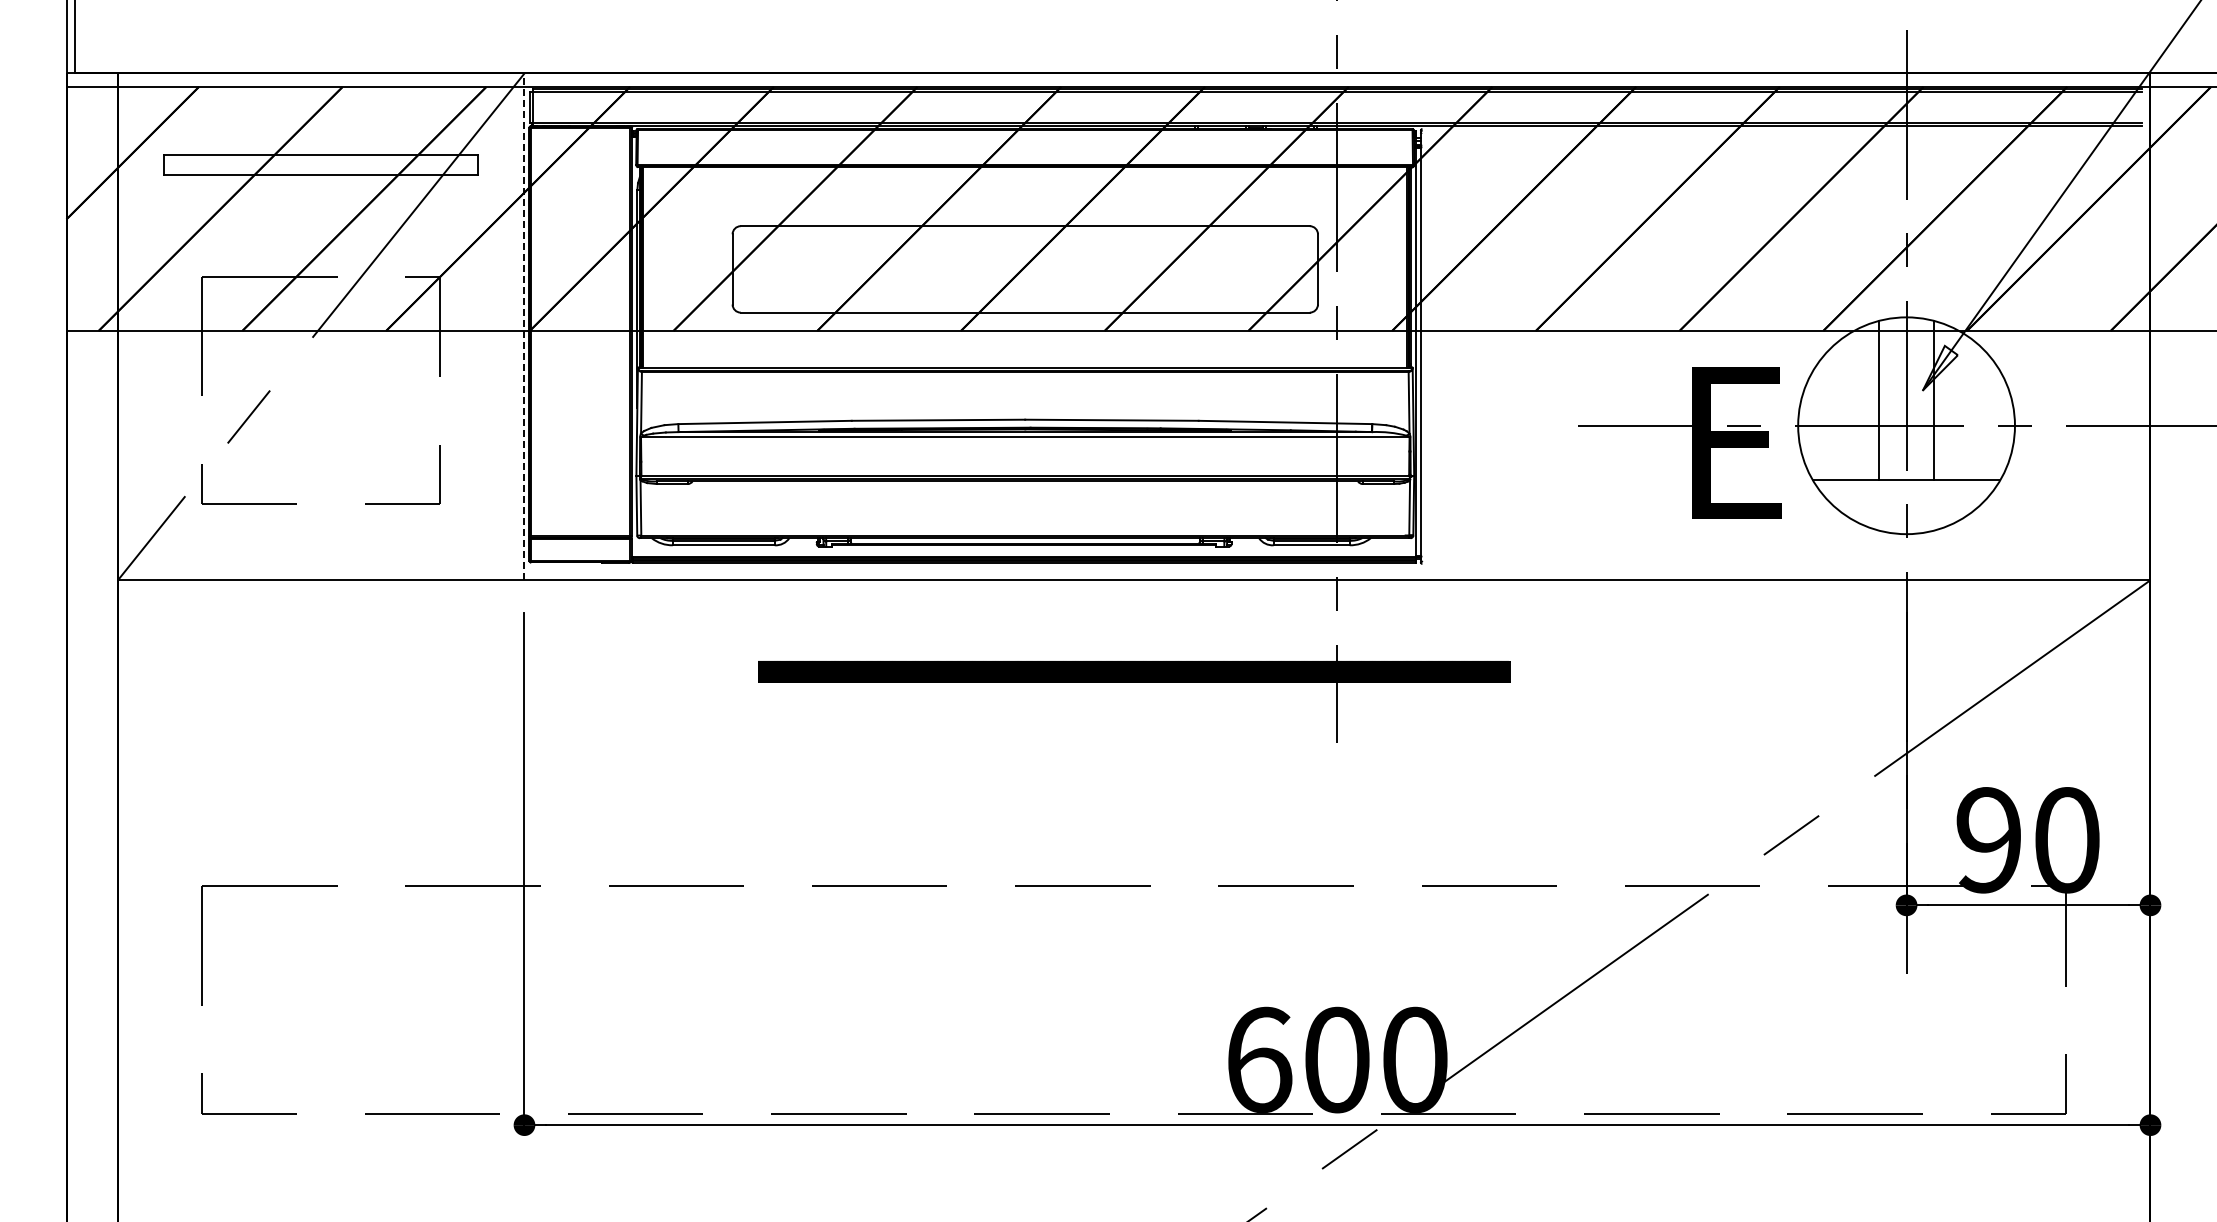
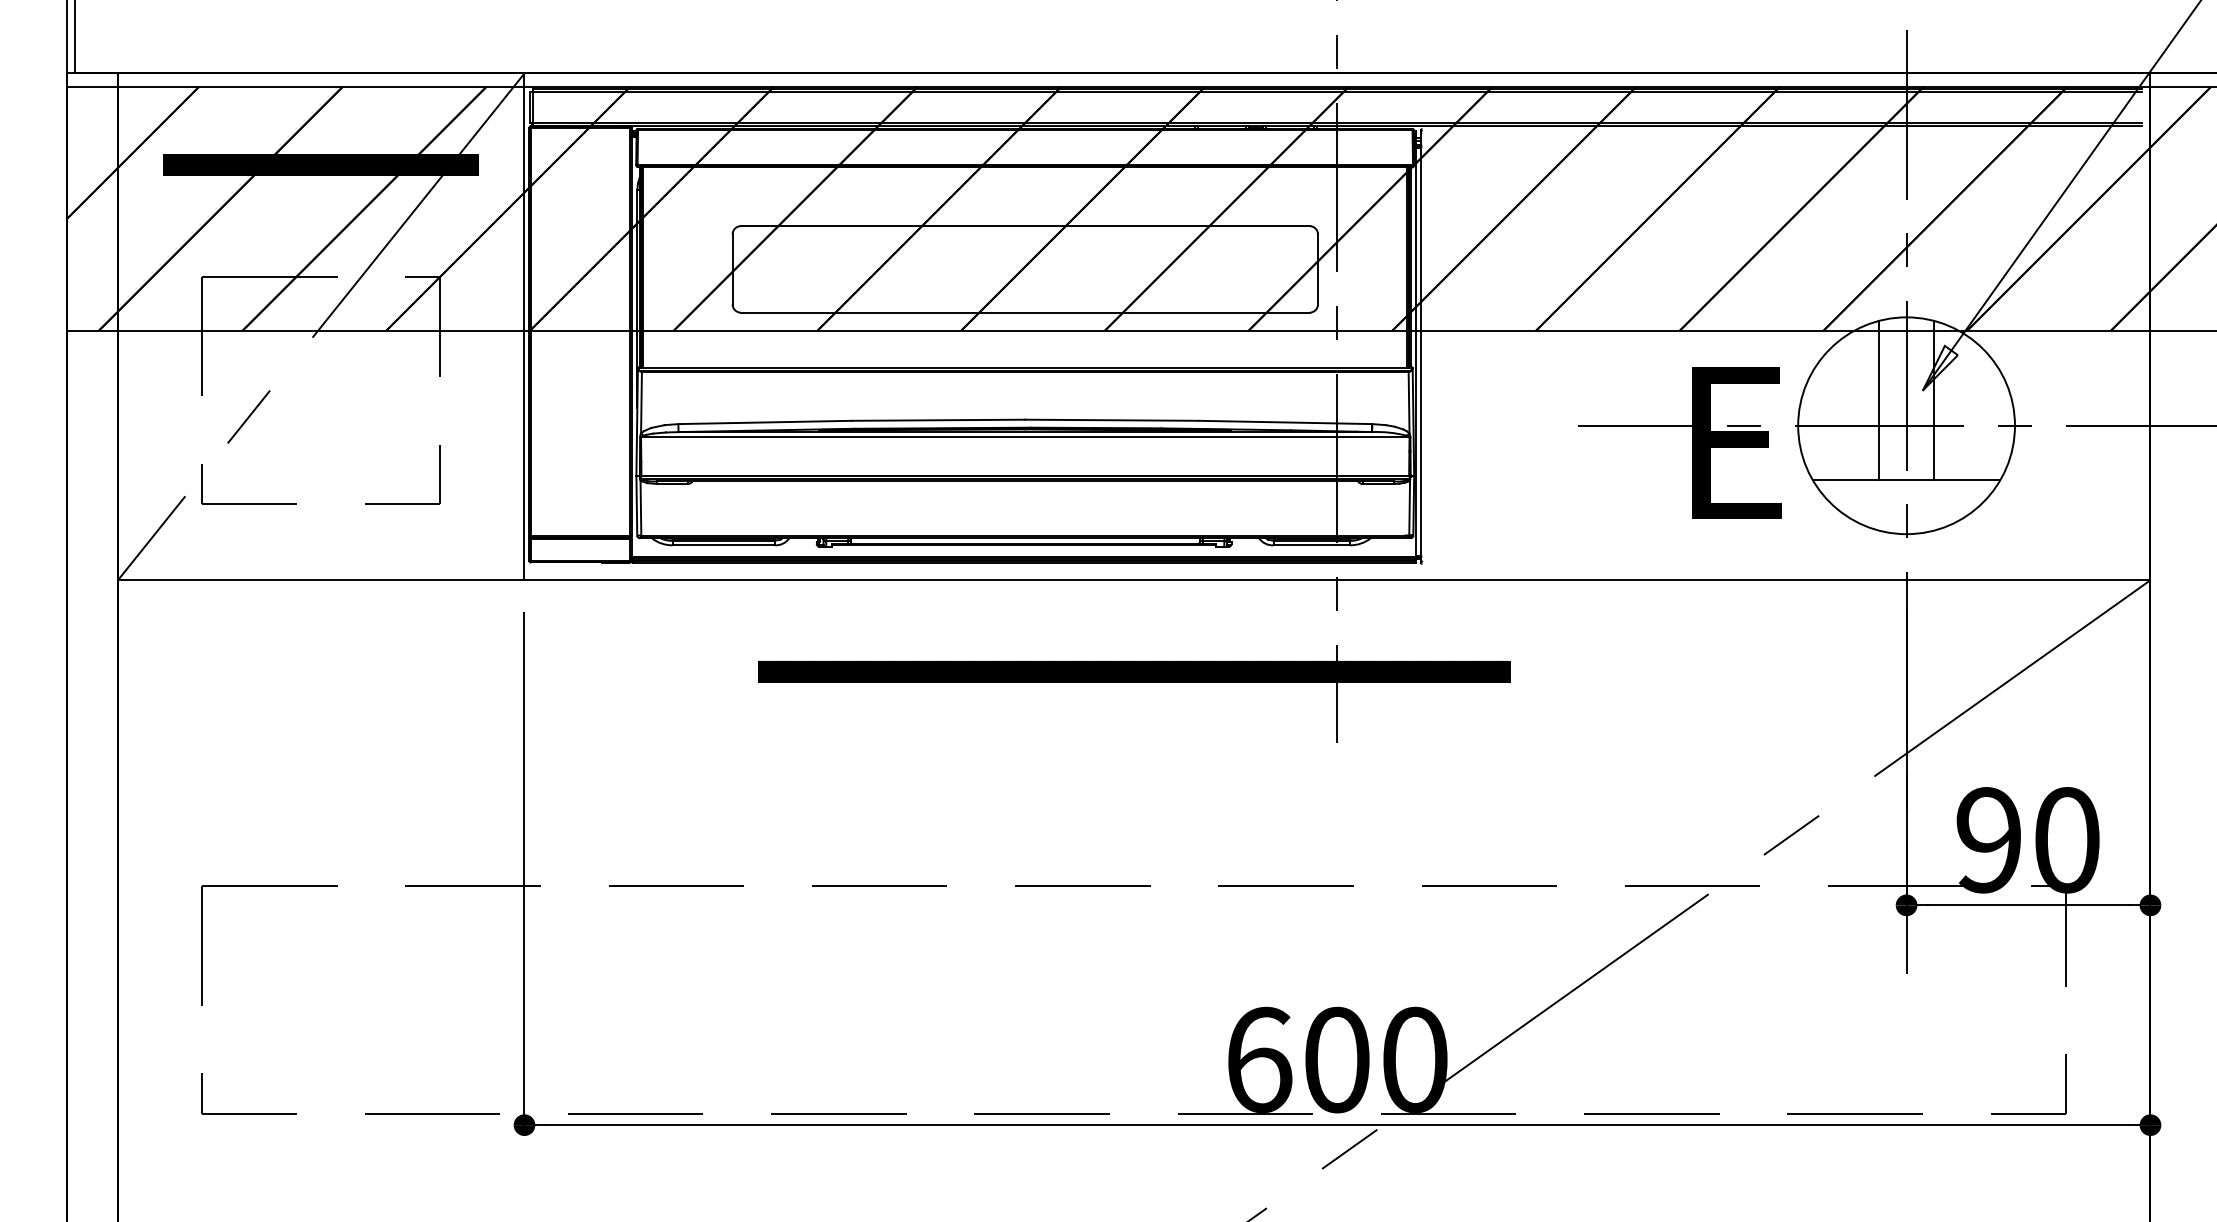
hatch at (321, 164): none -> present
line at (524, 326): dashed -> solid
